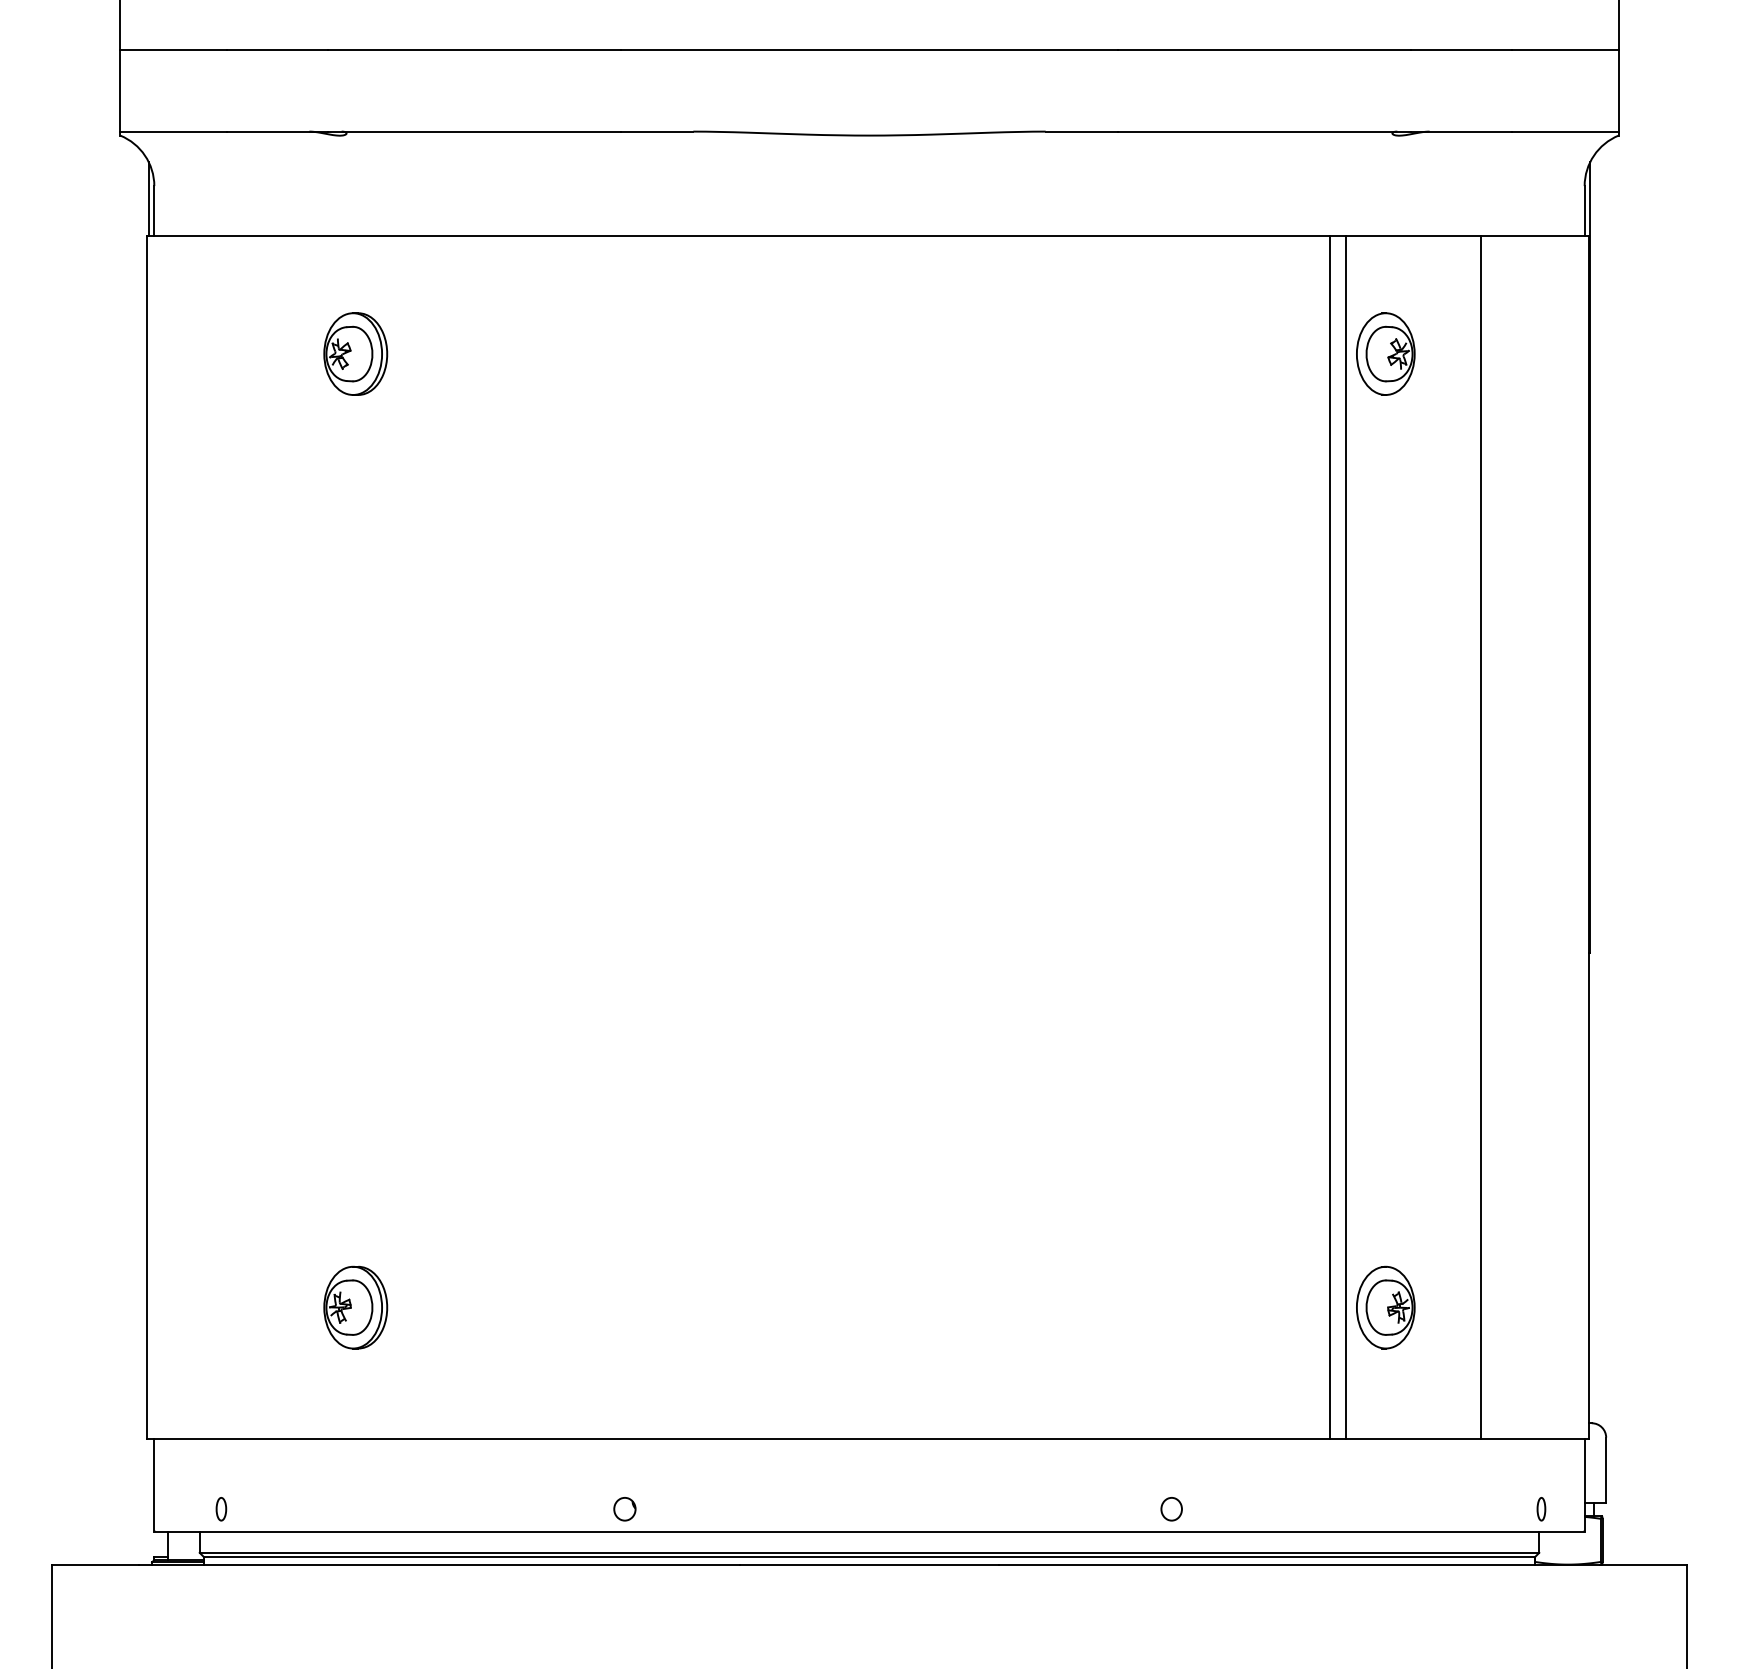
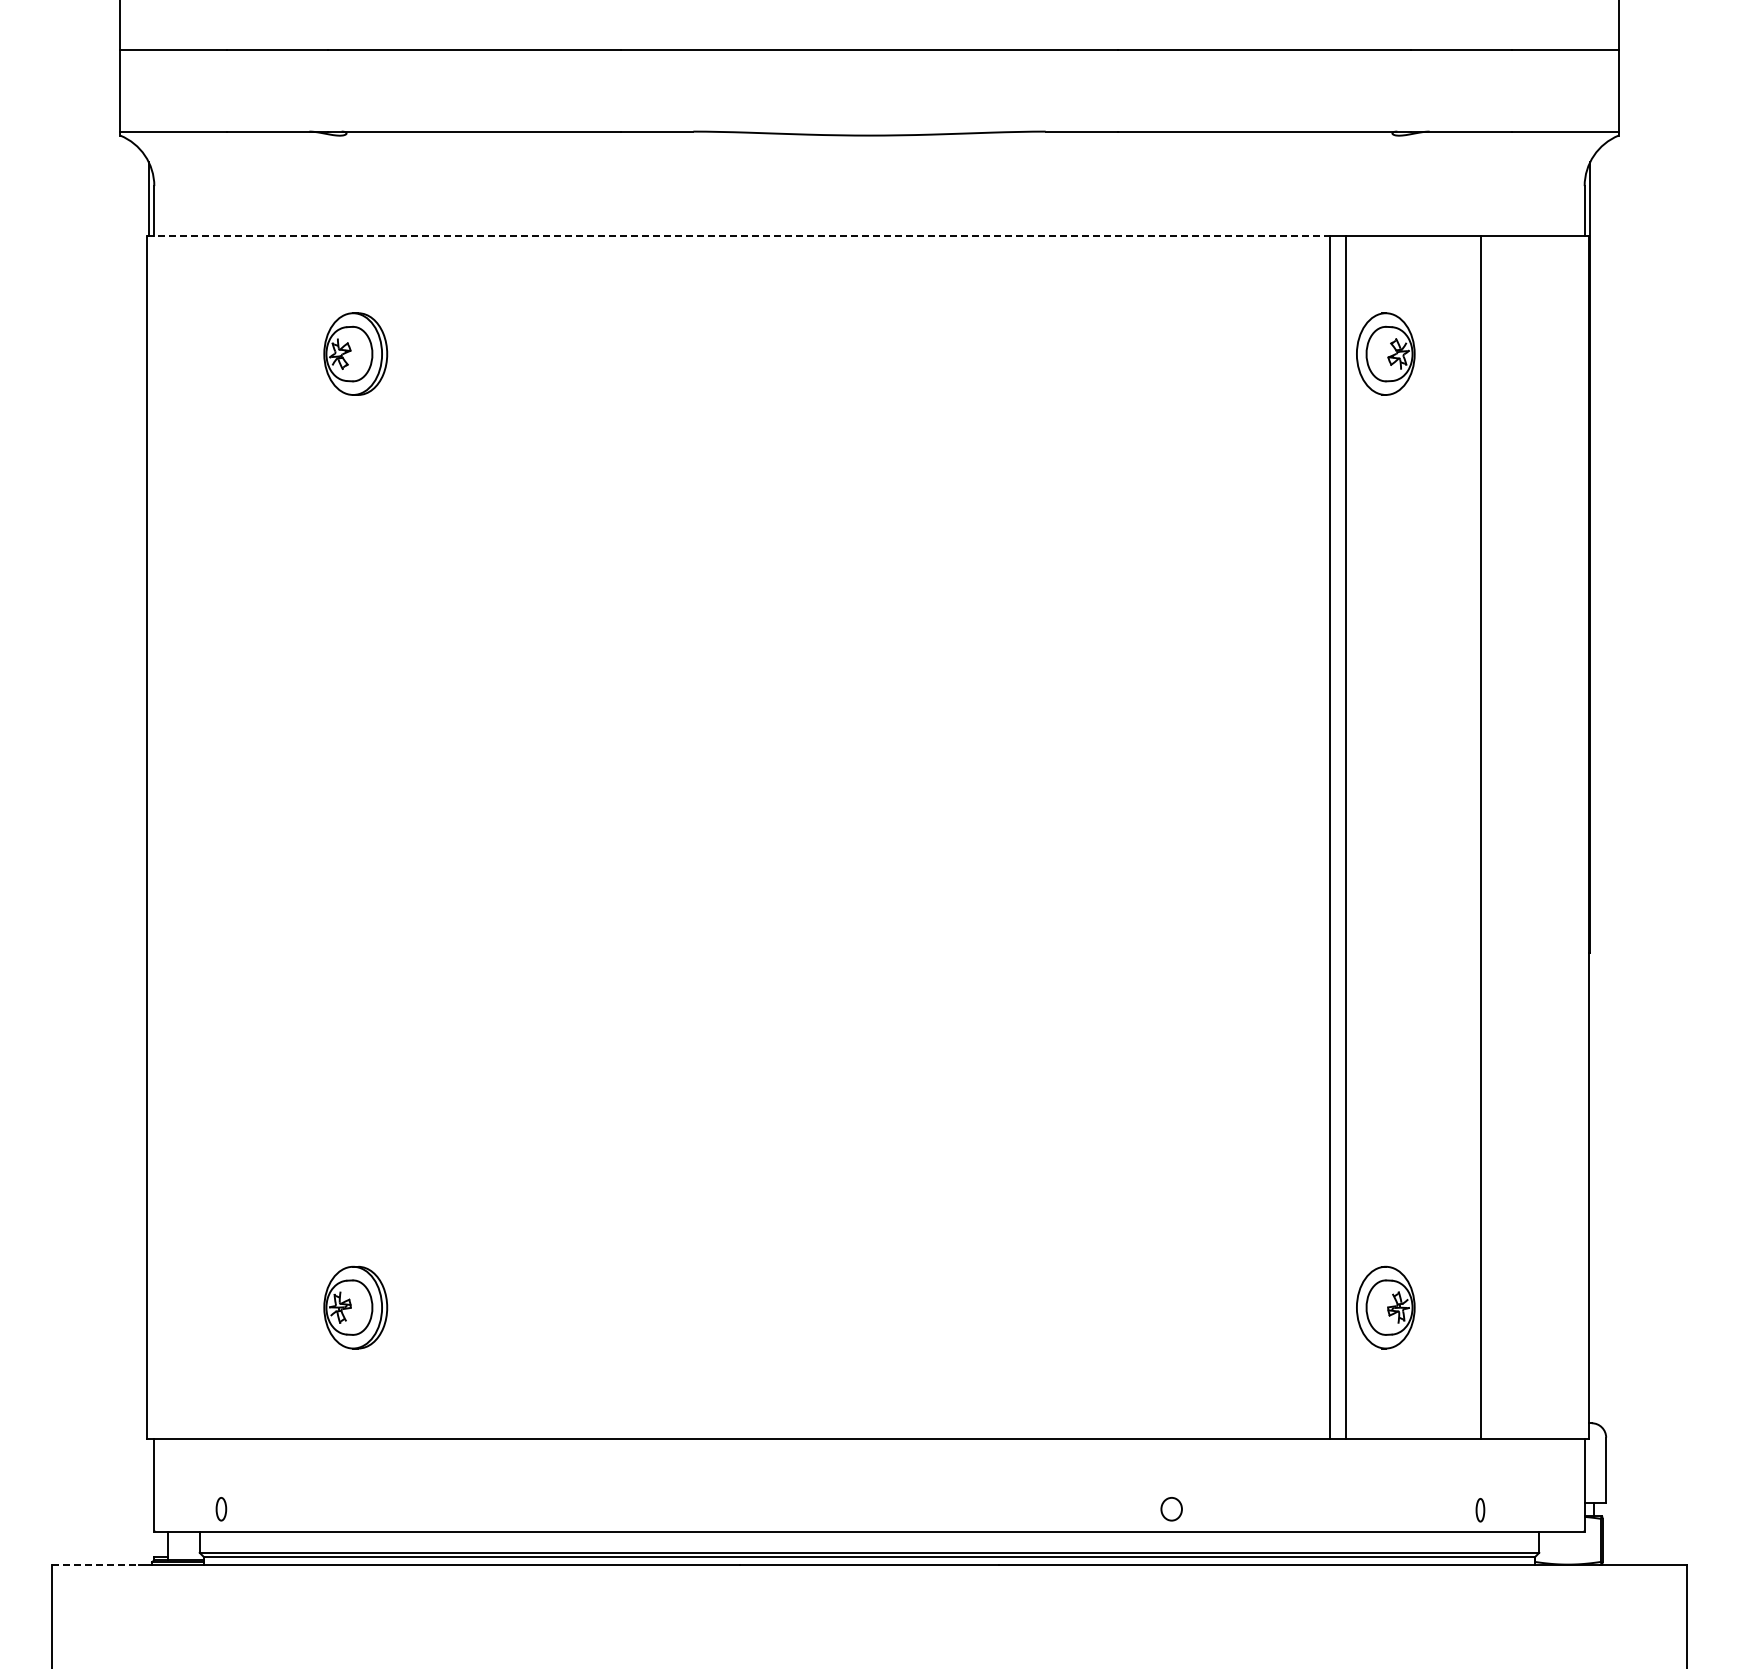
line at (738, 236): solid -> dashed
part at (624, 1509): present -> none
part at (1541, 1509) position: (1541, 1509) -> (1480, 1510)
line at (95, 1564): solid -> dashed
